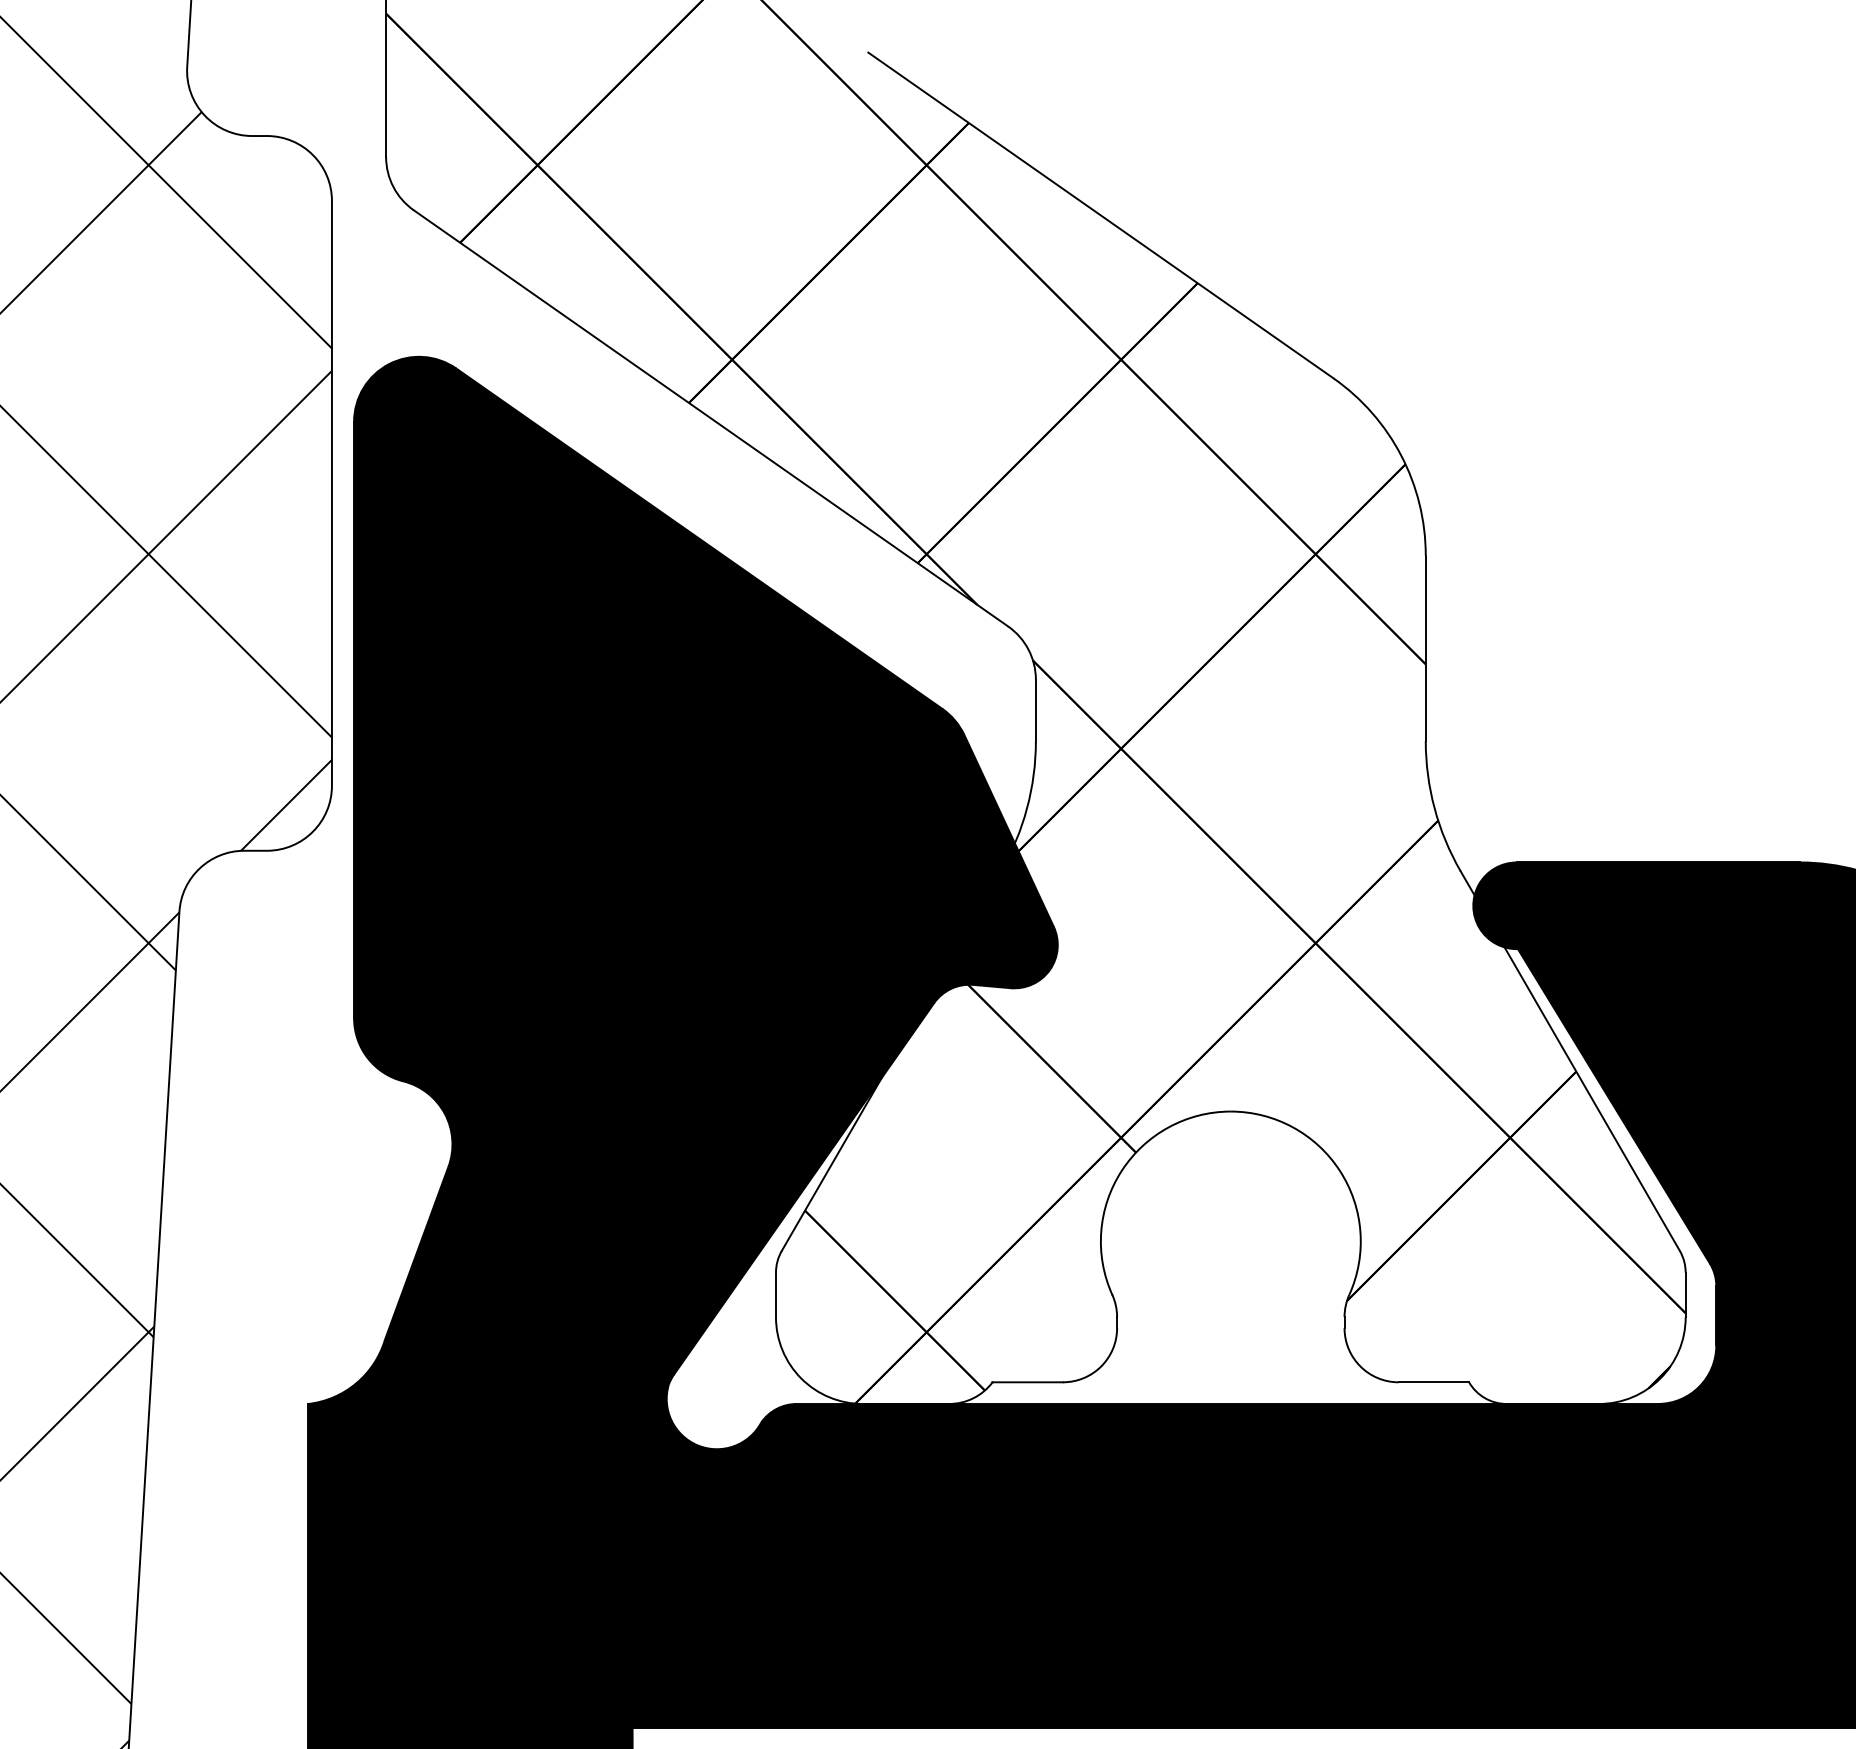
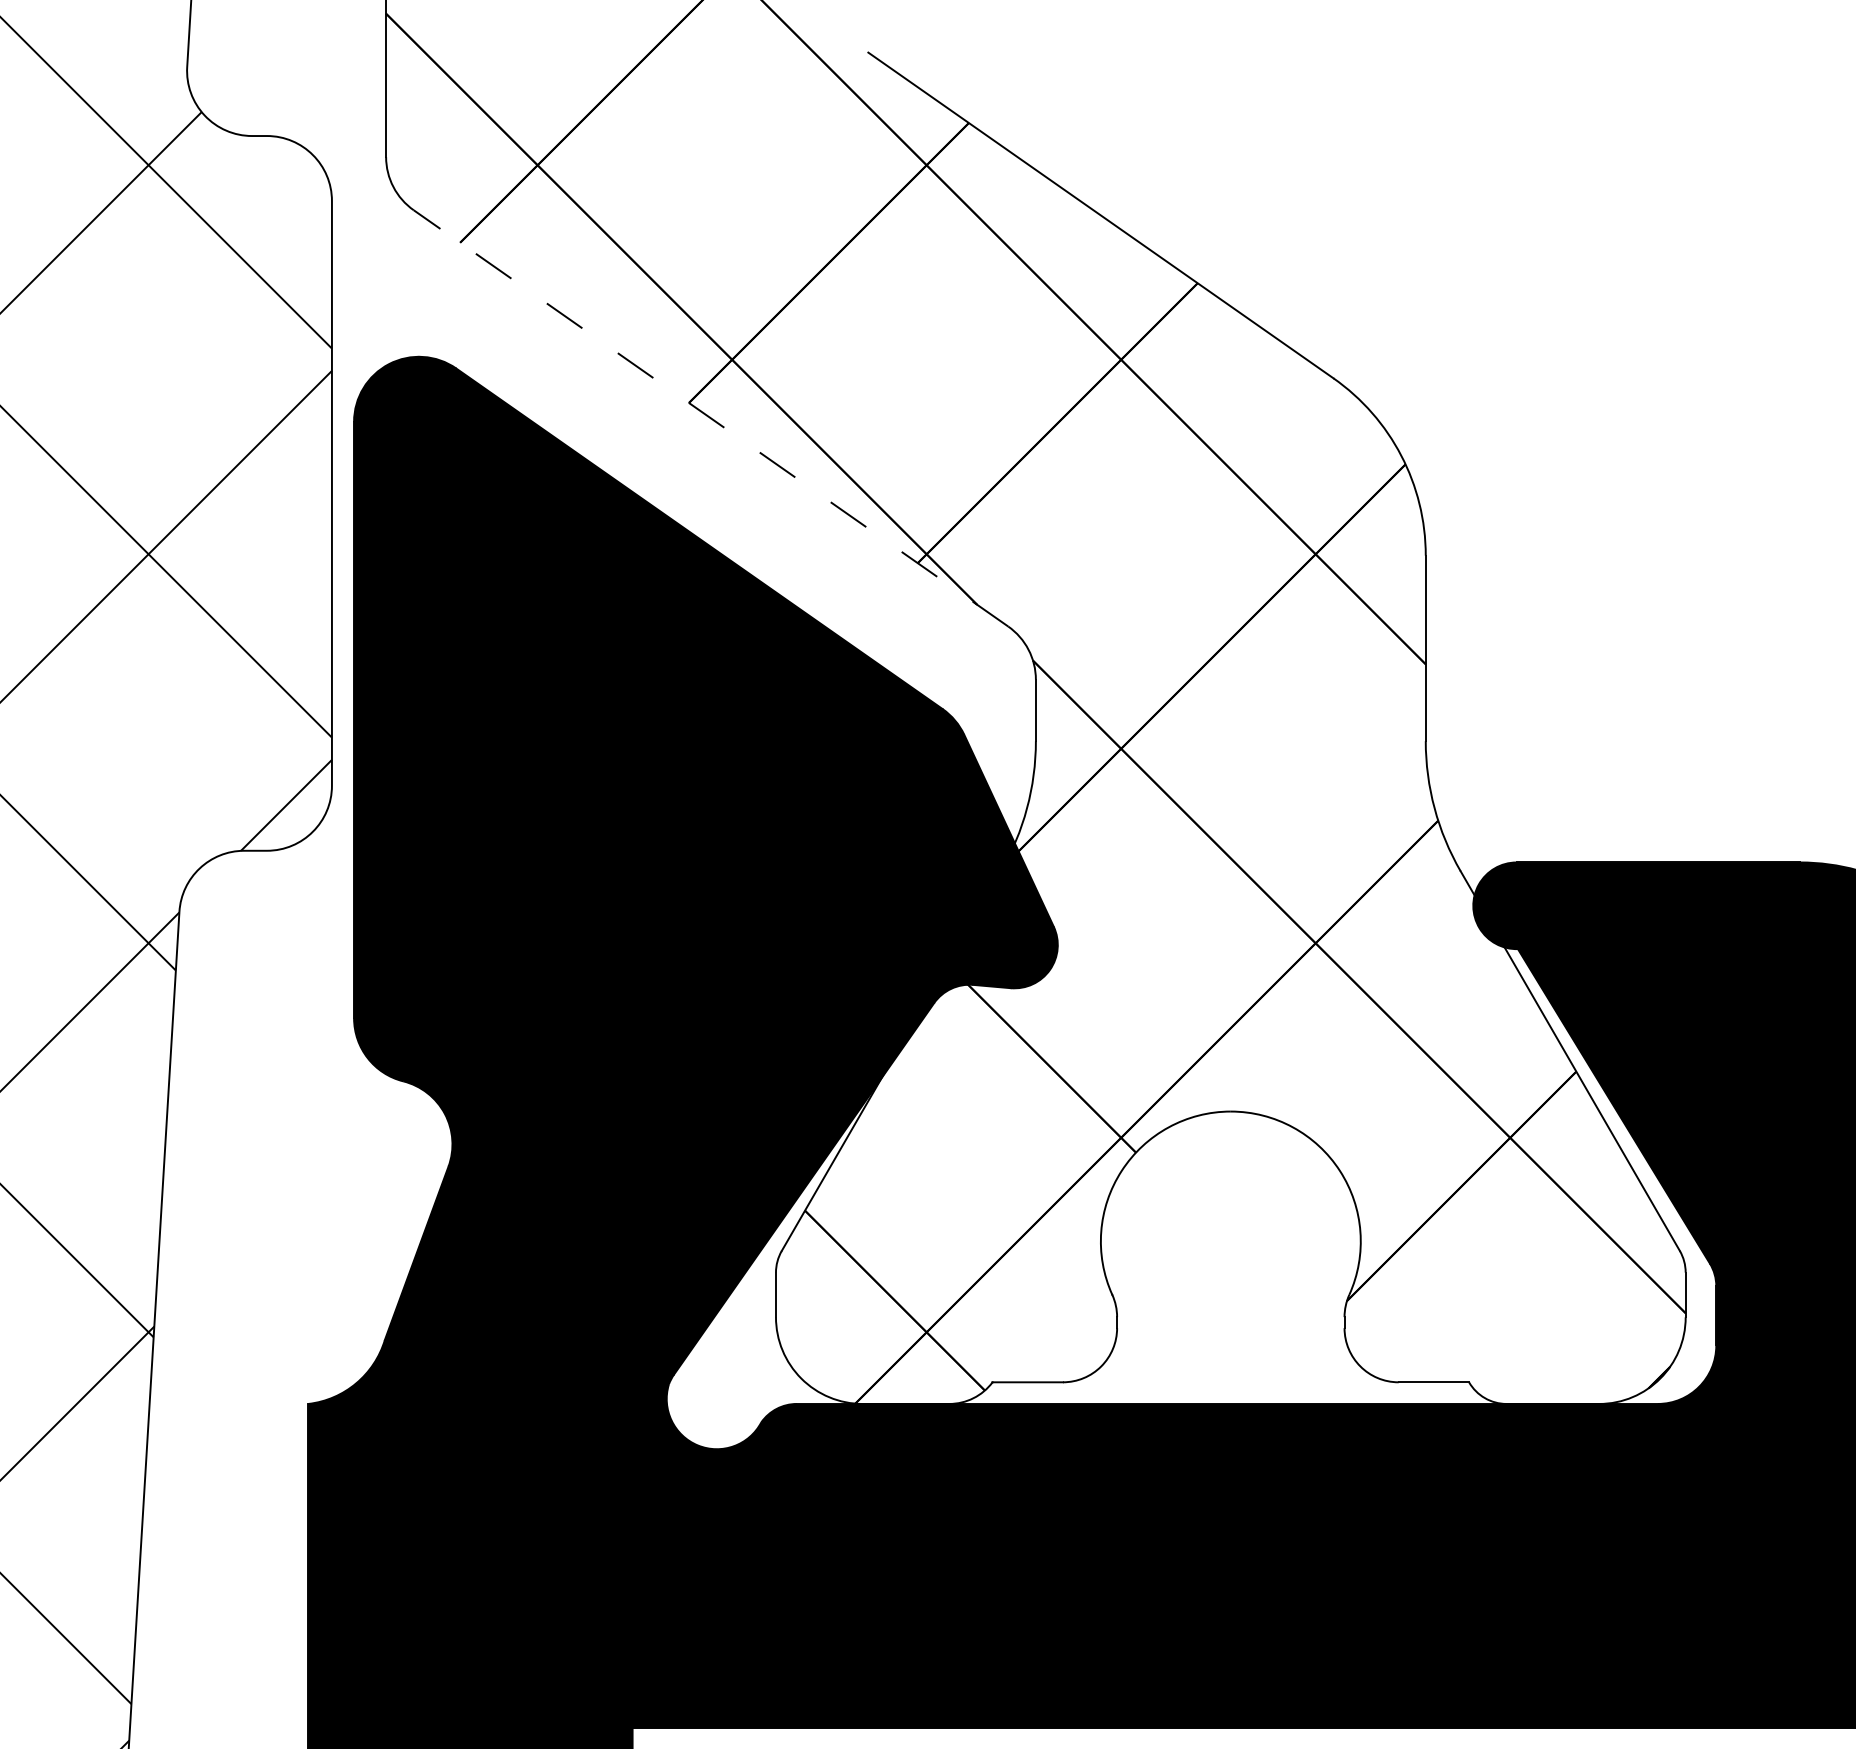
line at (711, 418): solid -> dashed
